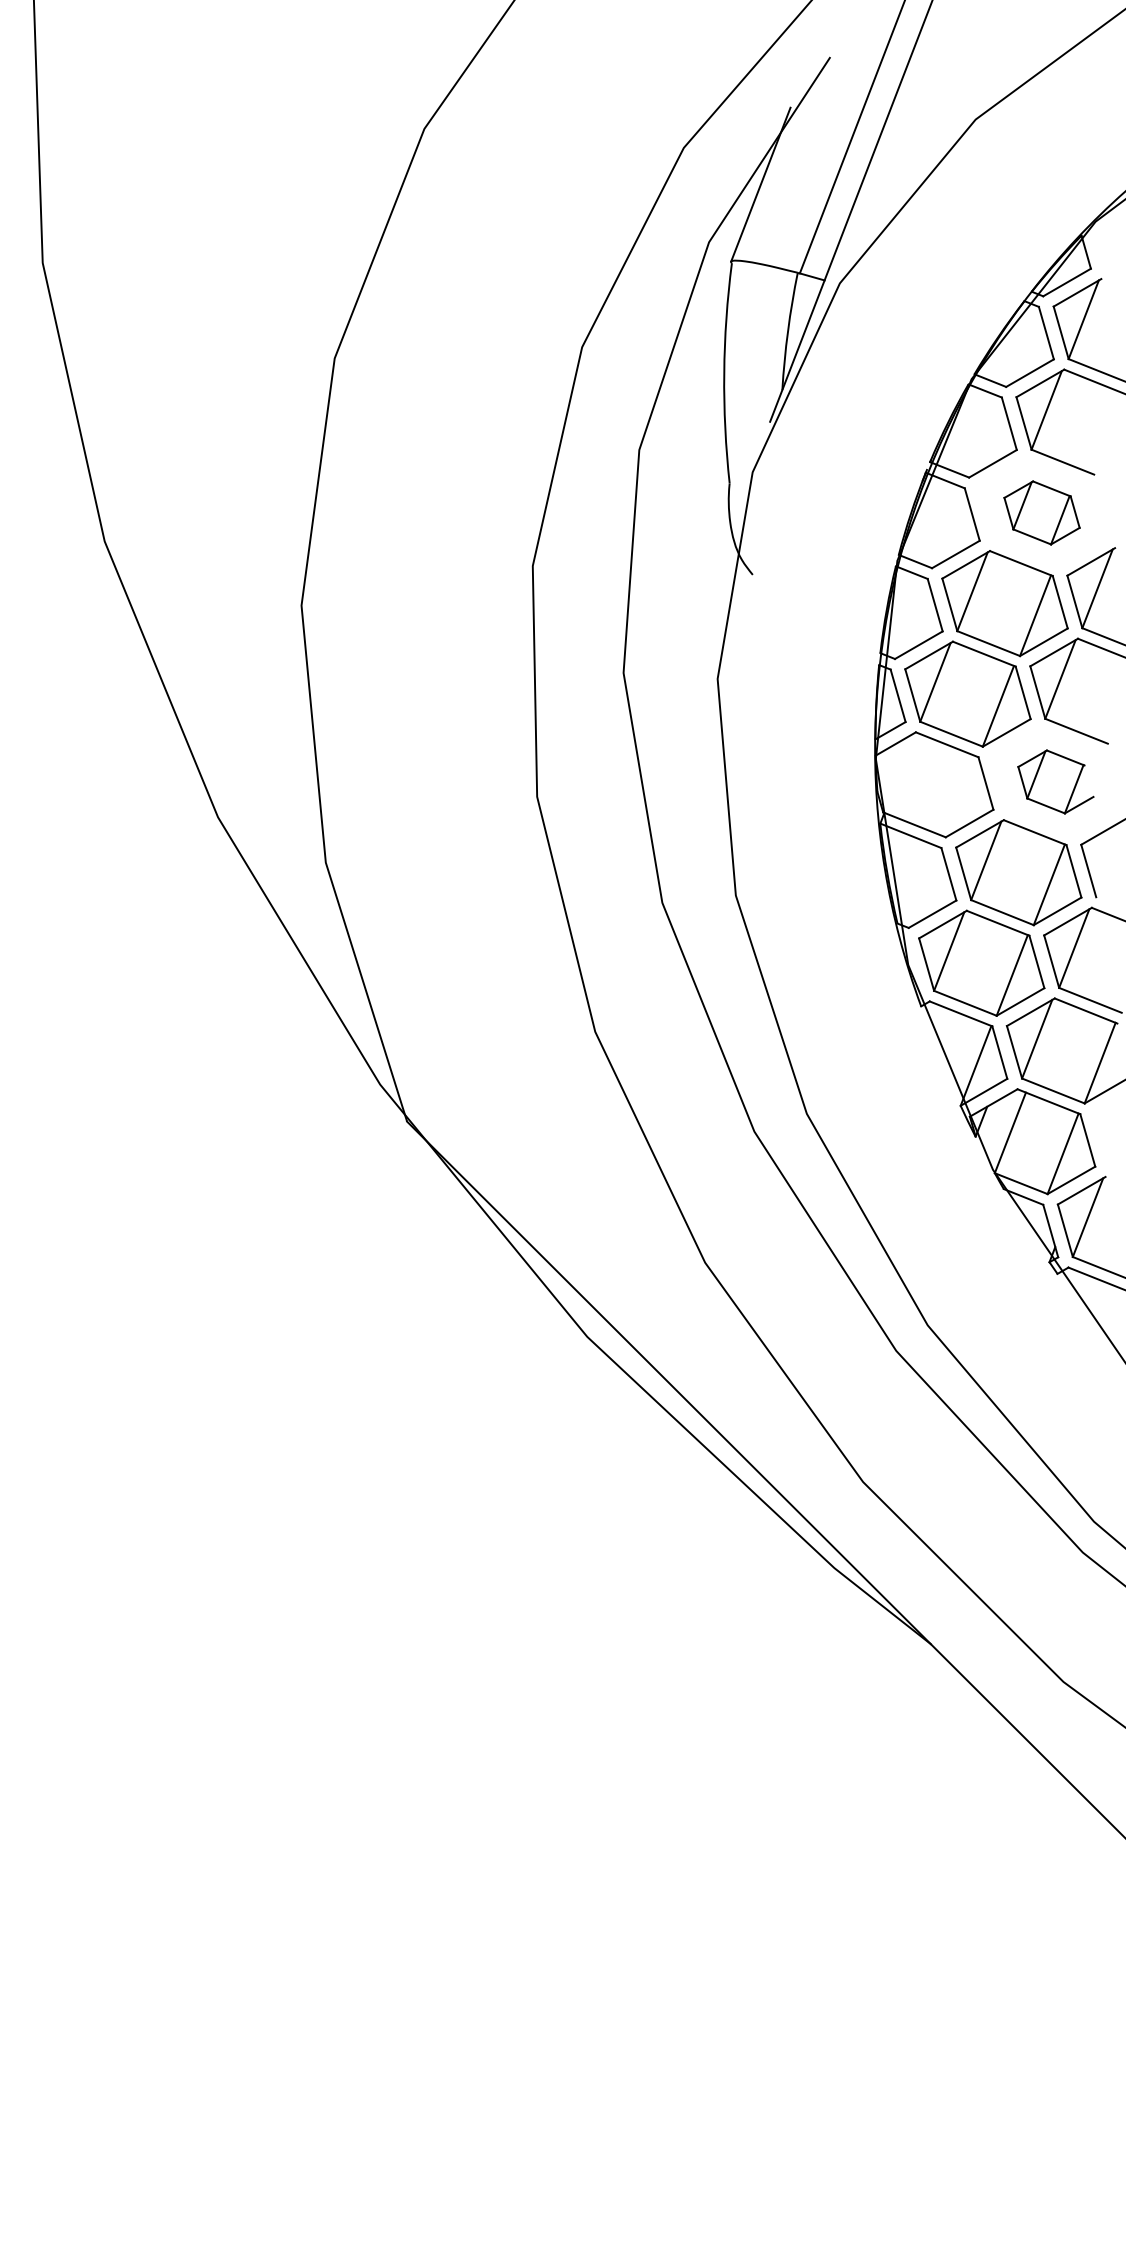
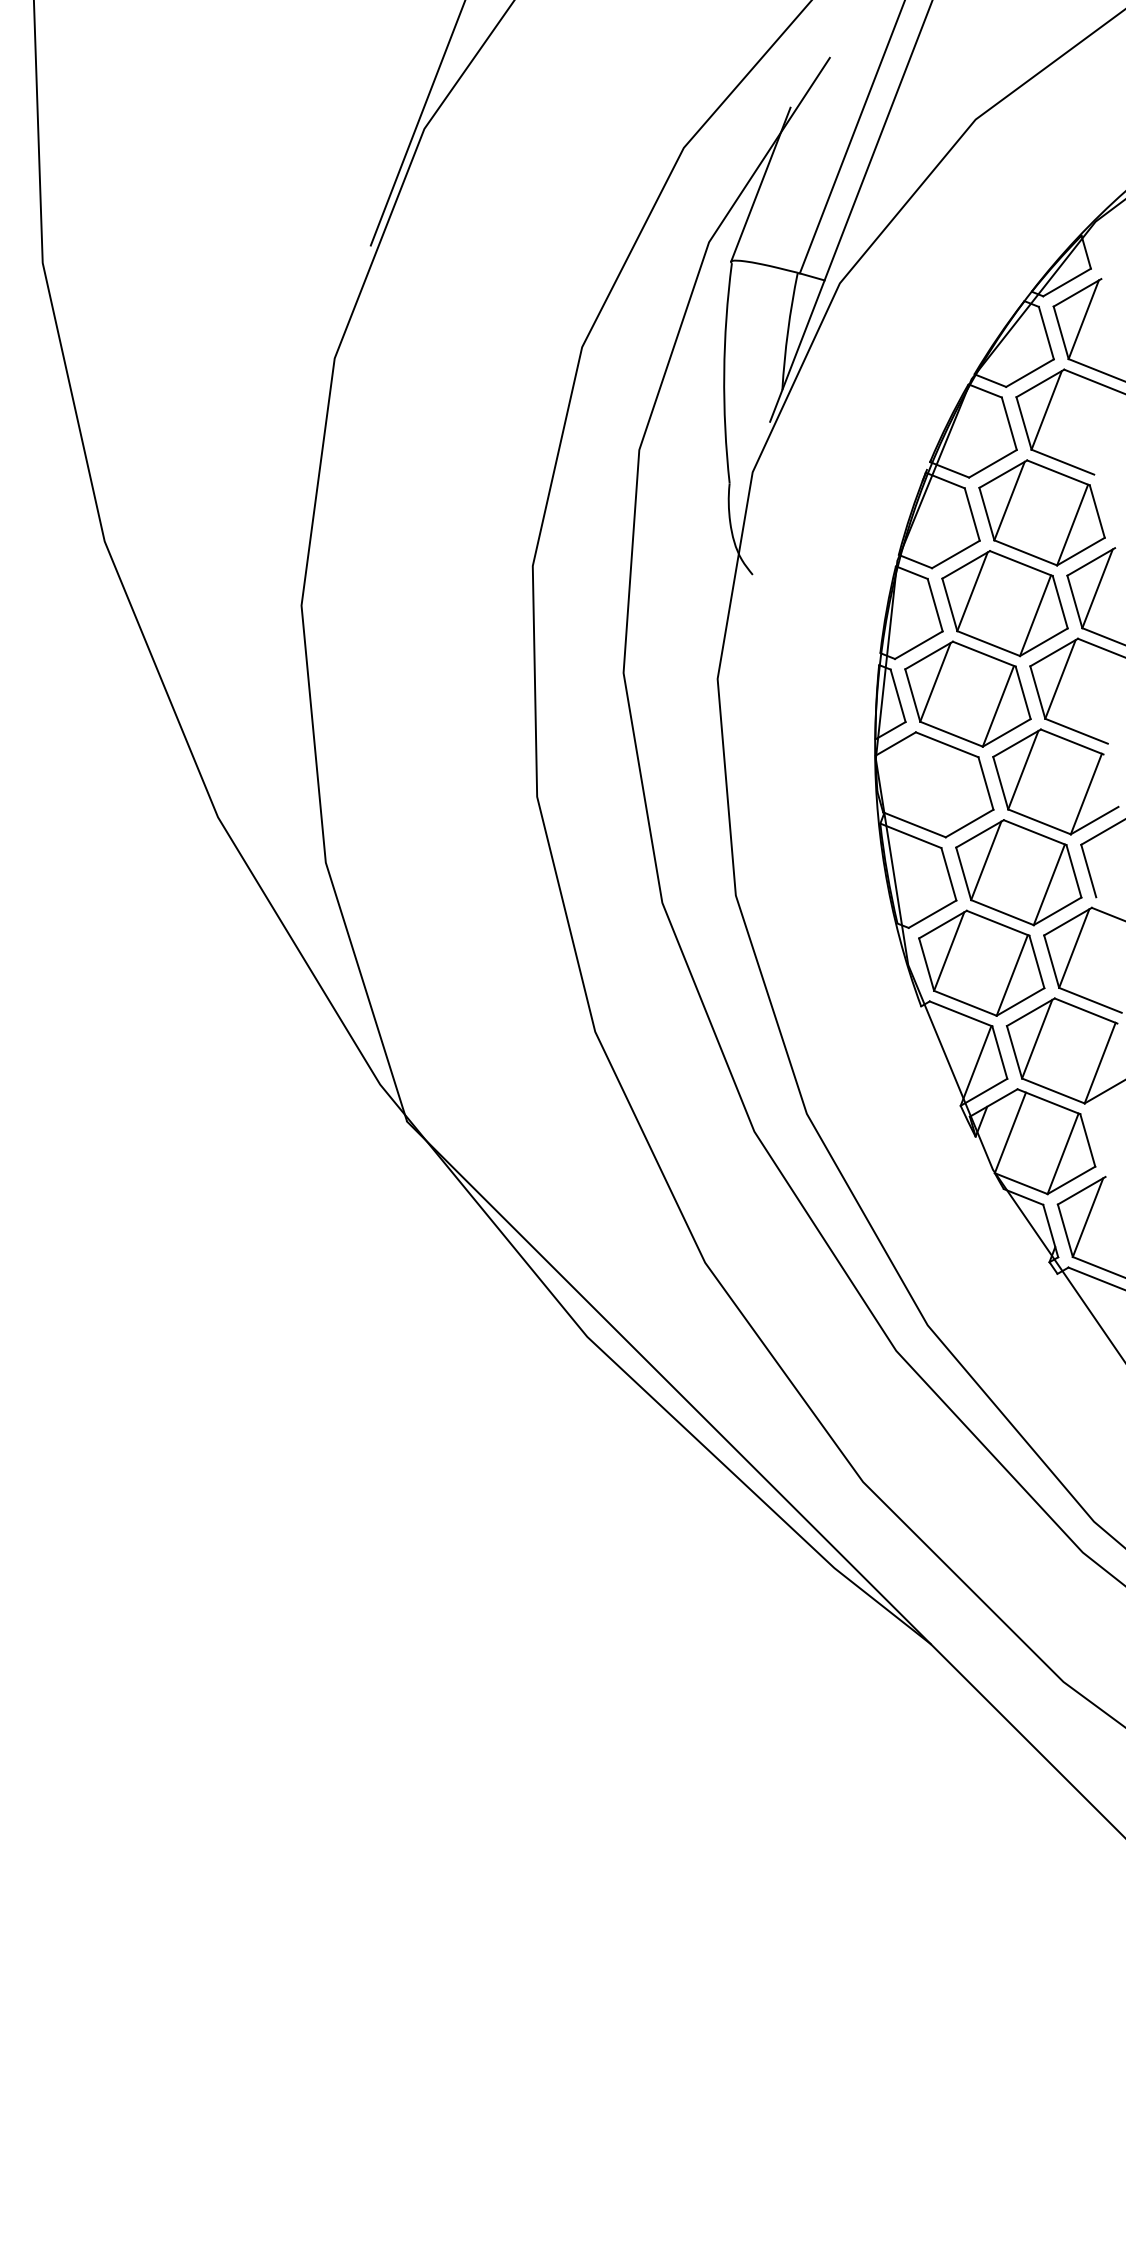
line at (417, 123): none -> present
part at (1041, 512) size: 78x66 px -> 128x108 px
part at (1055, 781) size: 78x66 px -> 128x108 px
